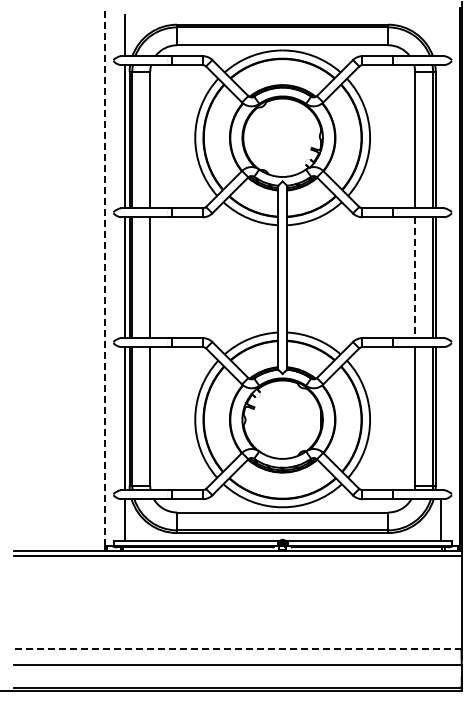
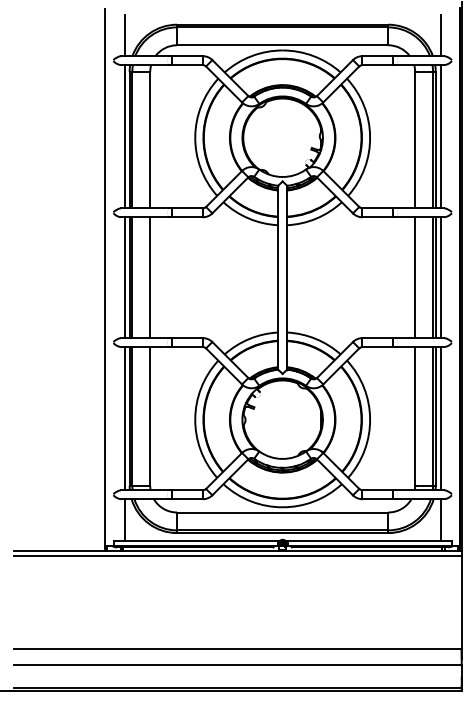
line at (440, 35): none -> present
line at (440, 136): none -> present
line at (105, 277): dashed -> solid
line at (440, 277): none -> present
line at (415, 278): dashed -> solid
line at (440, 418): none -> present
line at (237, 649): dashed -> solid
